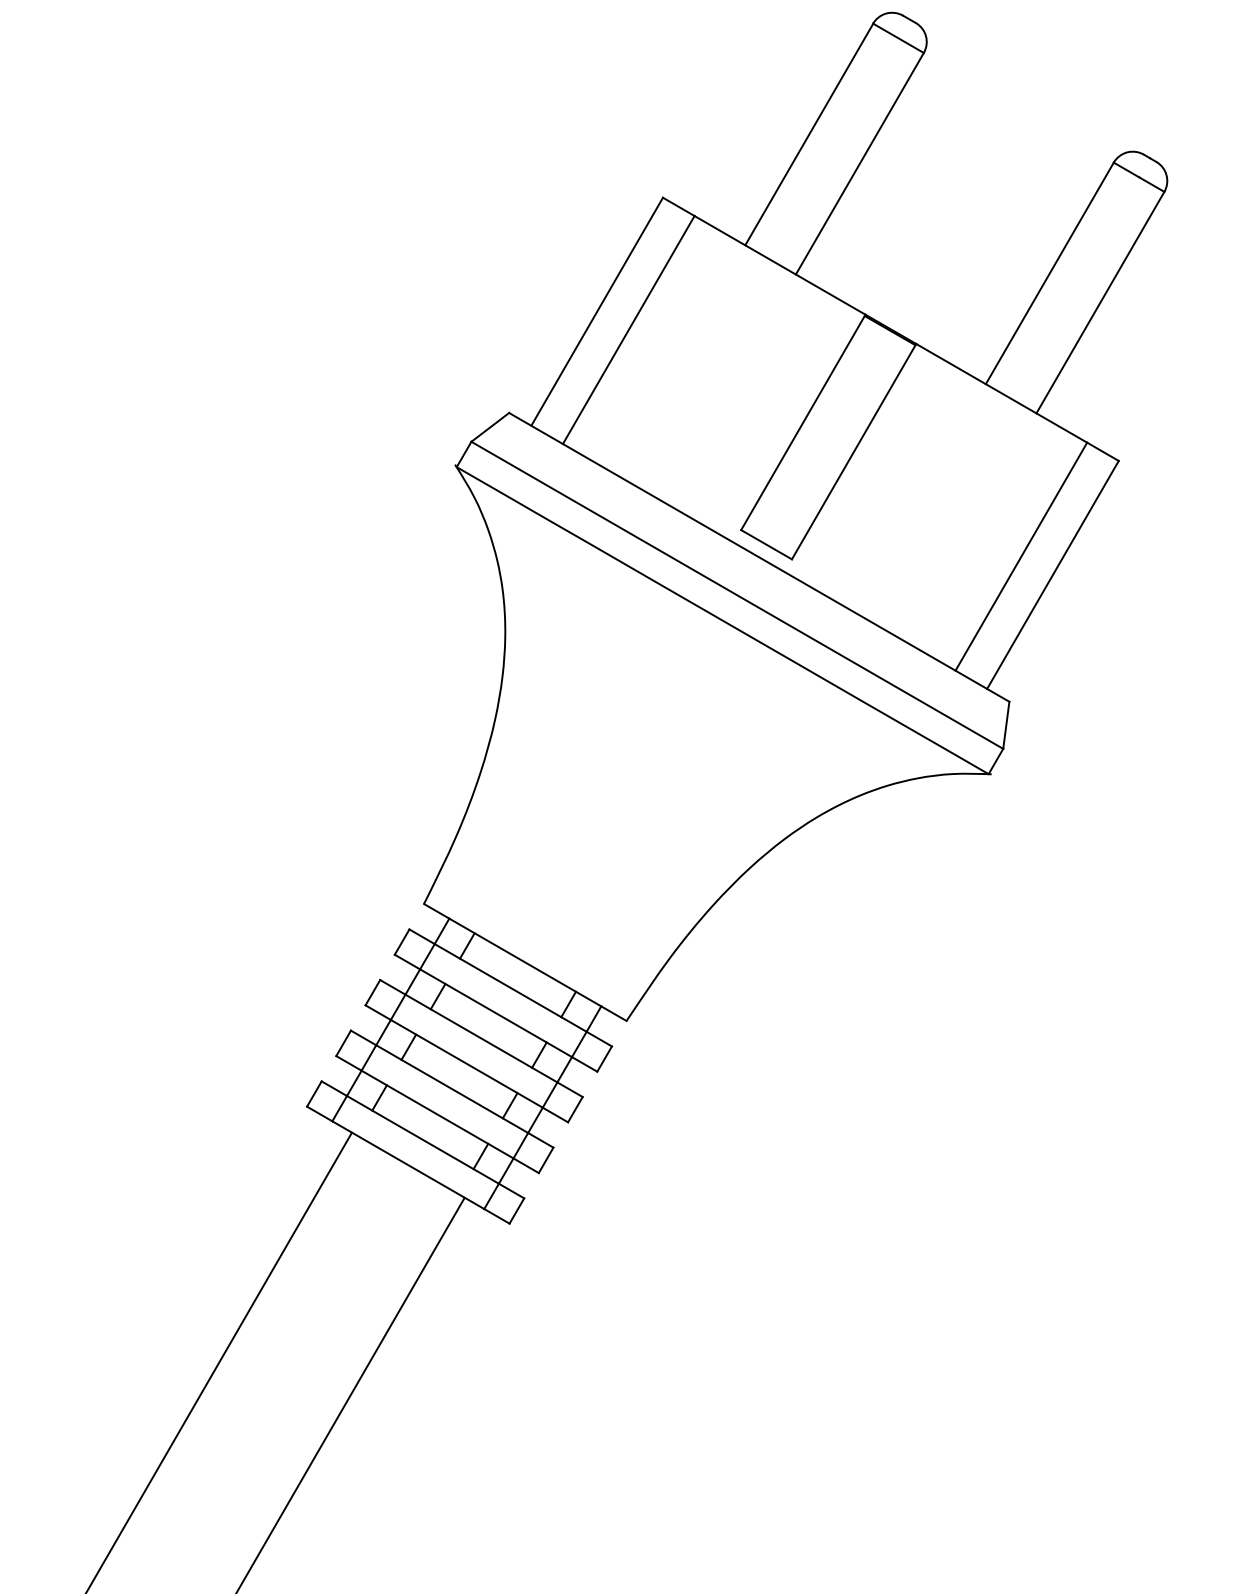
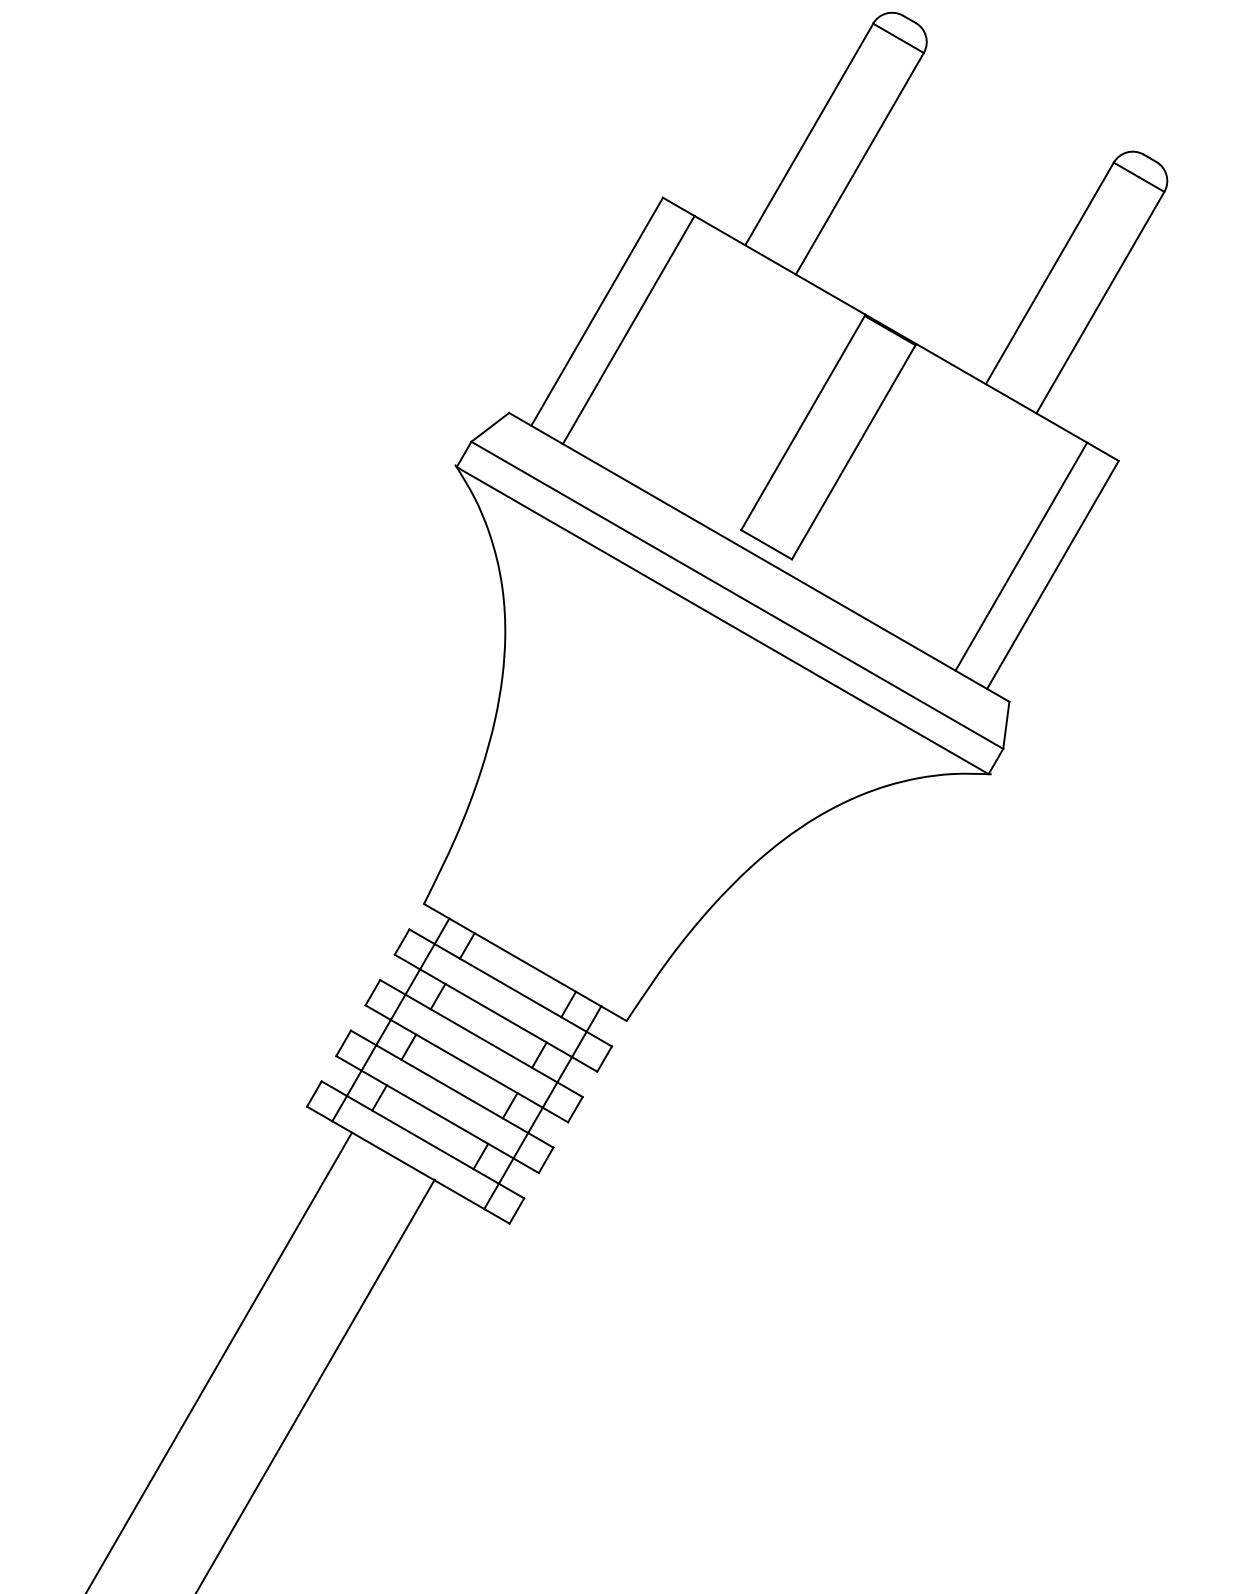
line at (351, 1393) position: (351, 1393) -> (315, 1384)
